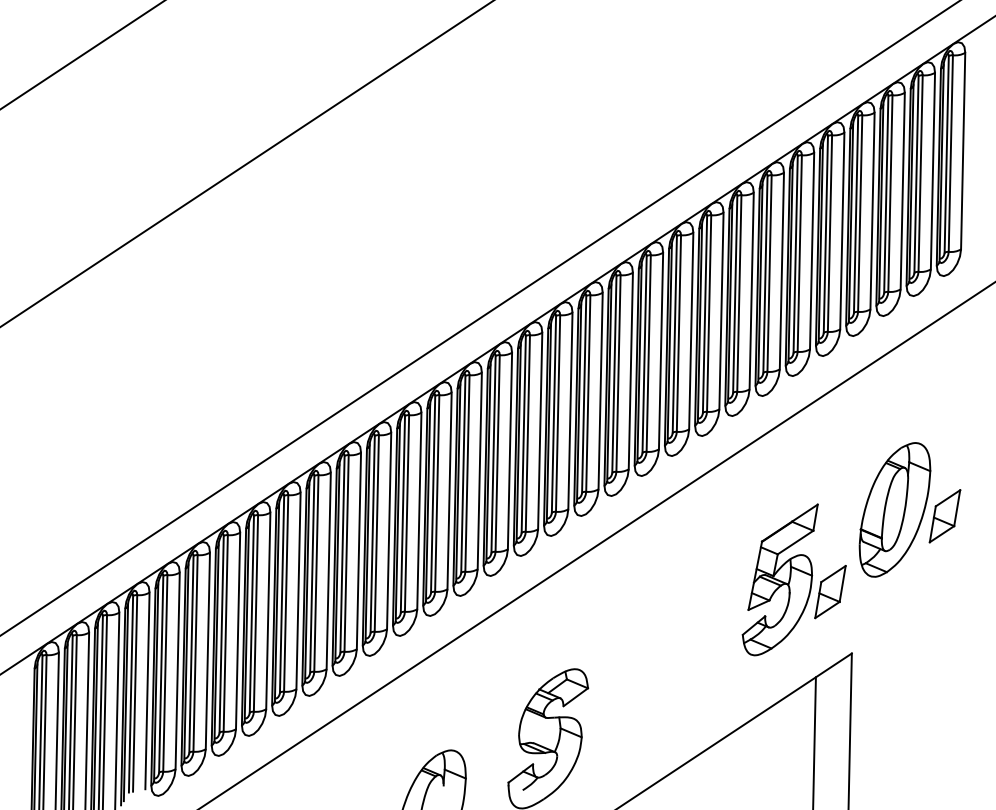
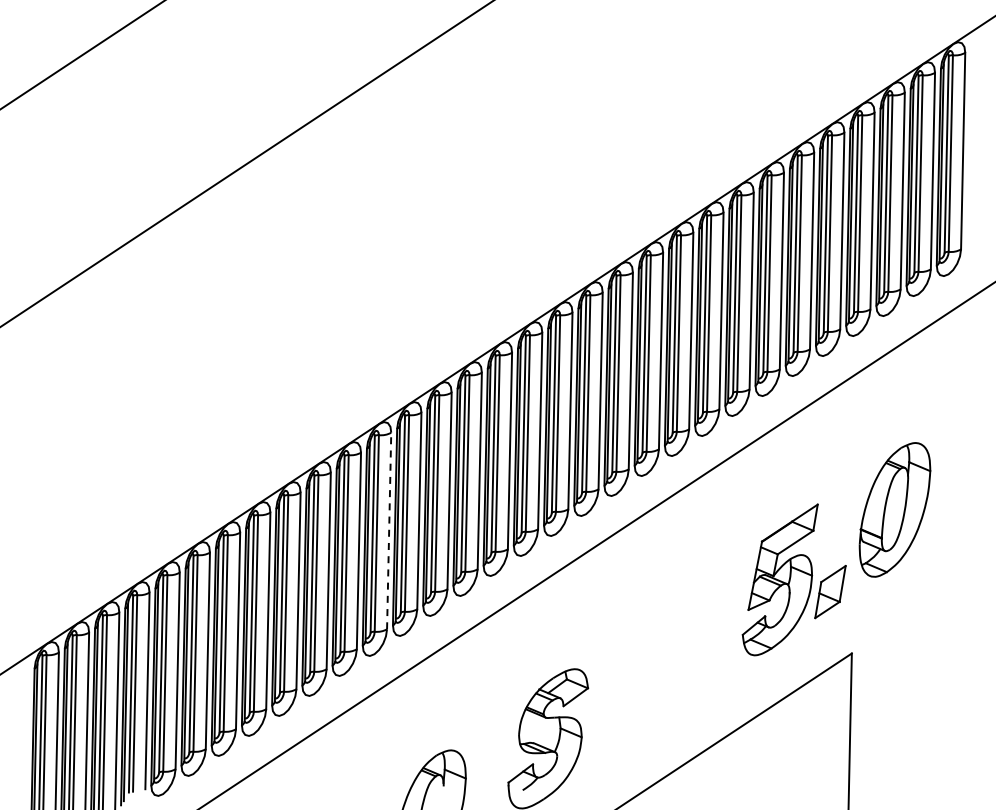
line at (479, 318): present -> none
part at (944, 516): present -> none
line at (389, 530): solid -> dashed
line at (814, 741): present -> none
